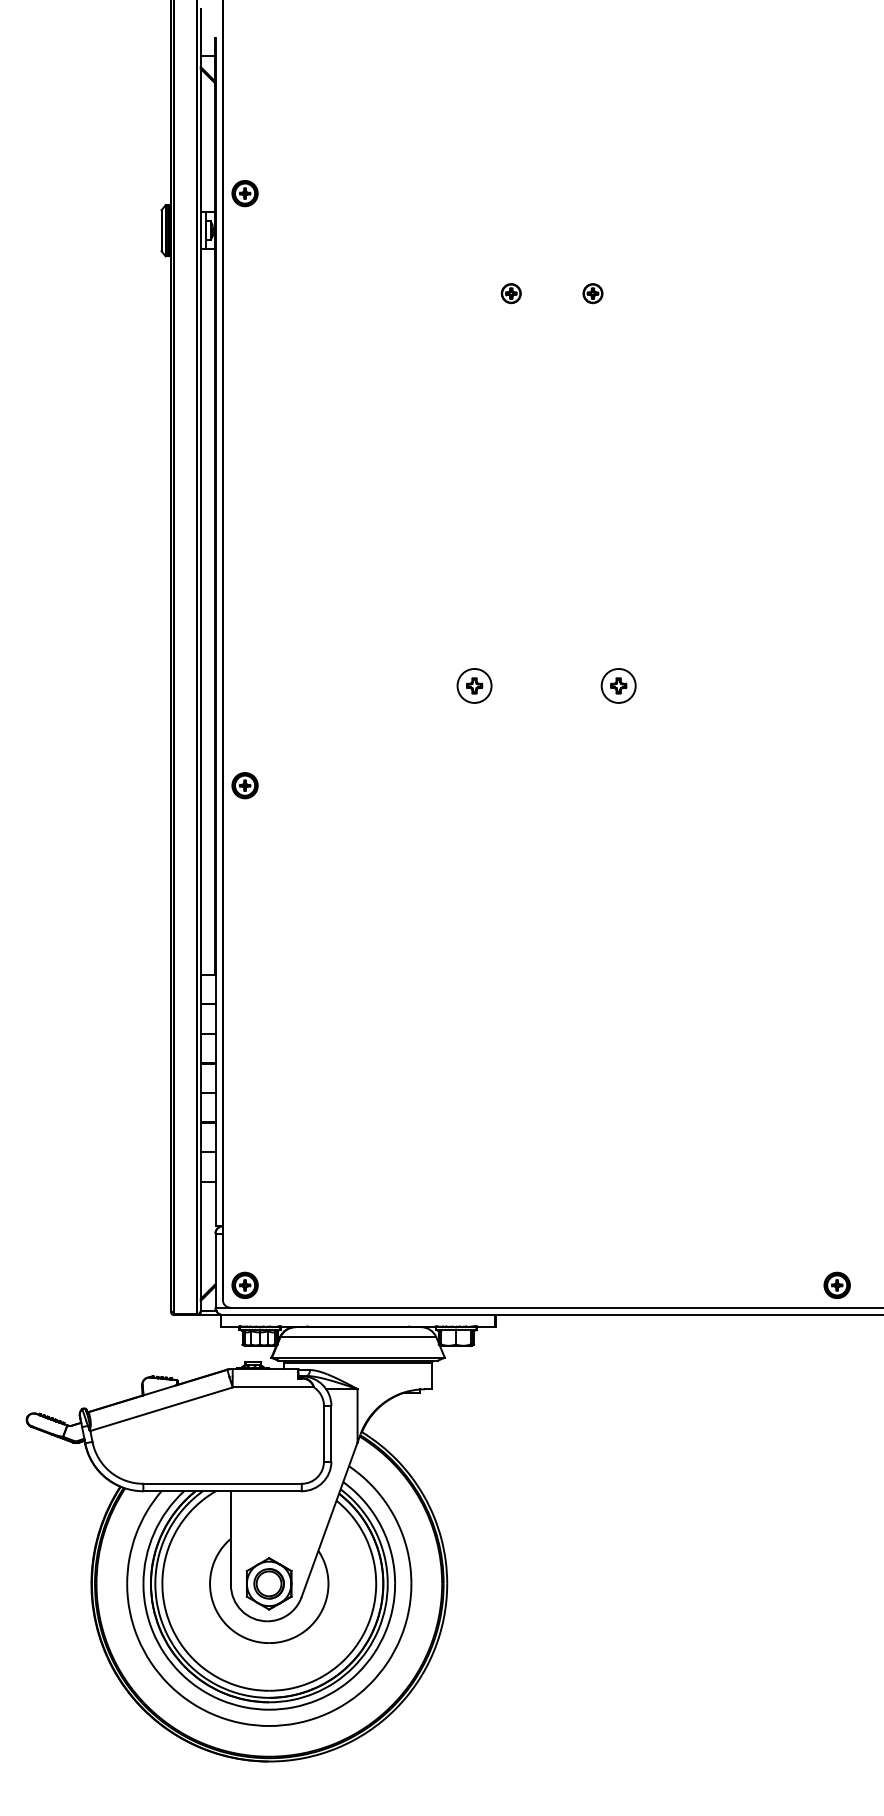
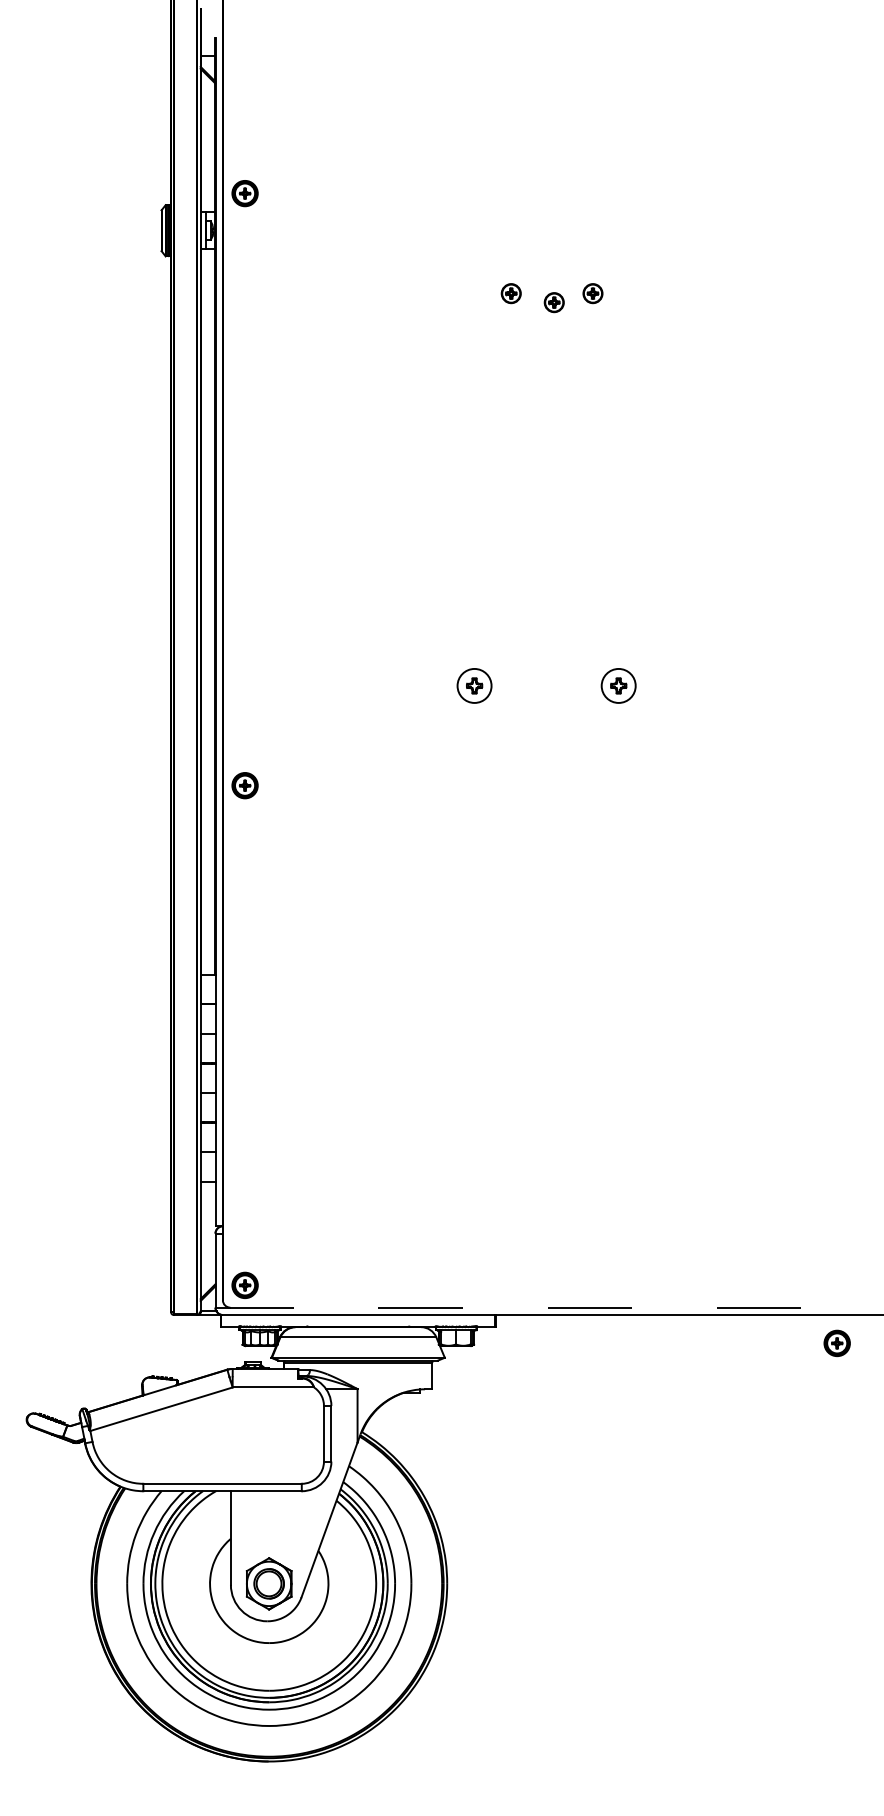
part at (553, 302): none -> present
part at (836, 1284) position: (836, 1284) -> (836, 1342)
line at (556, 1307): solid -> dashed
